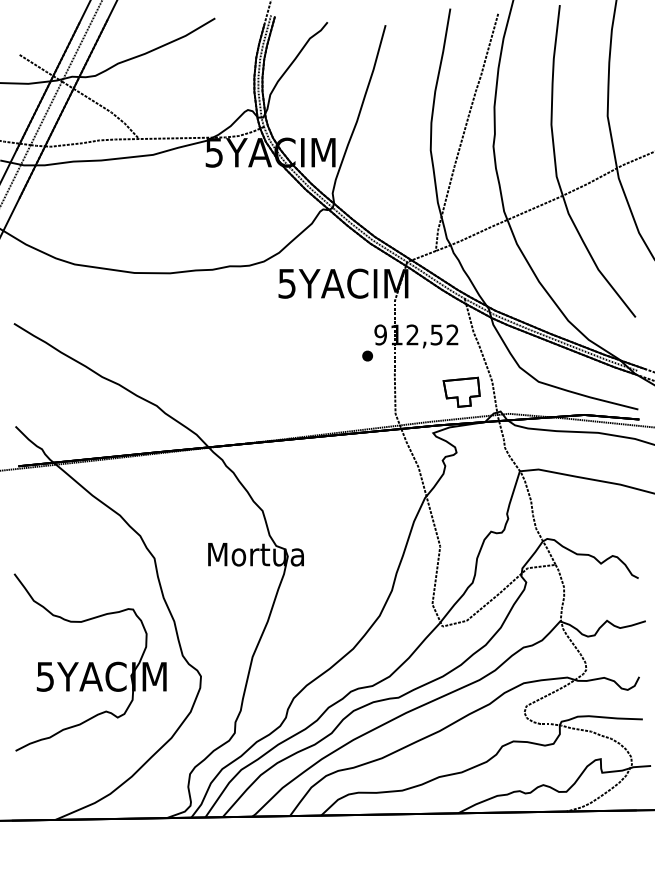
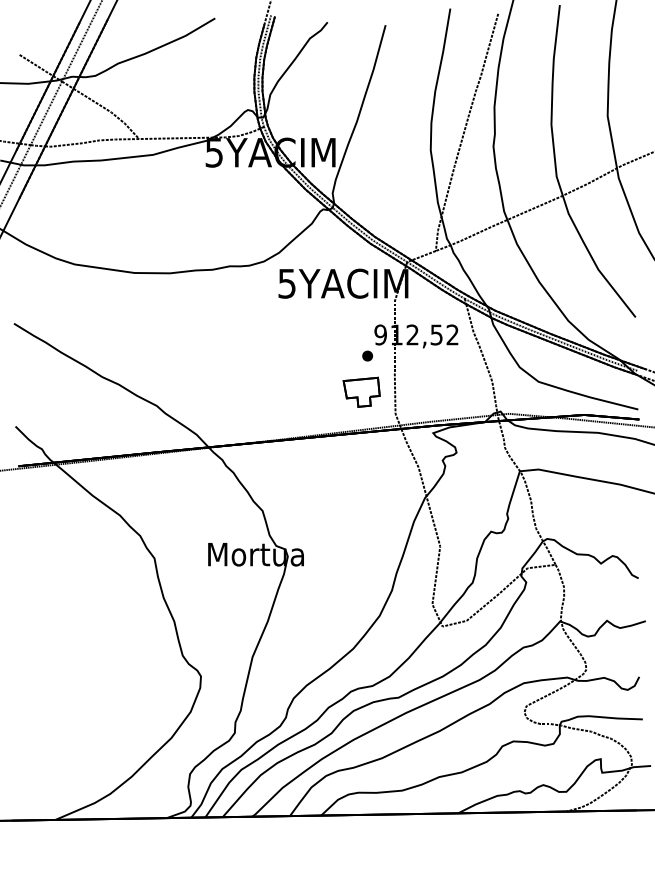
part at (461, 391) position: (461, 391) -> (361, 391)
part at (89, 662): present -> none
